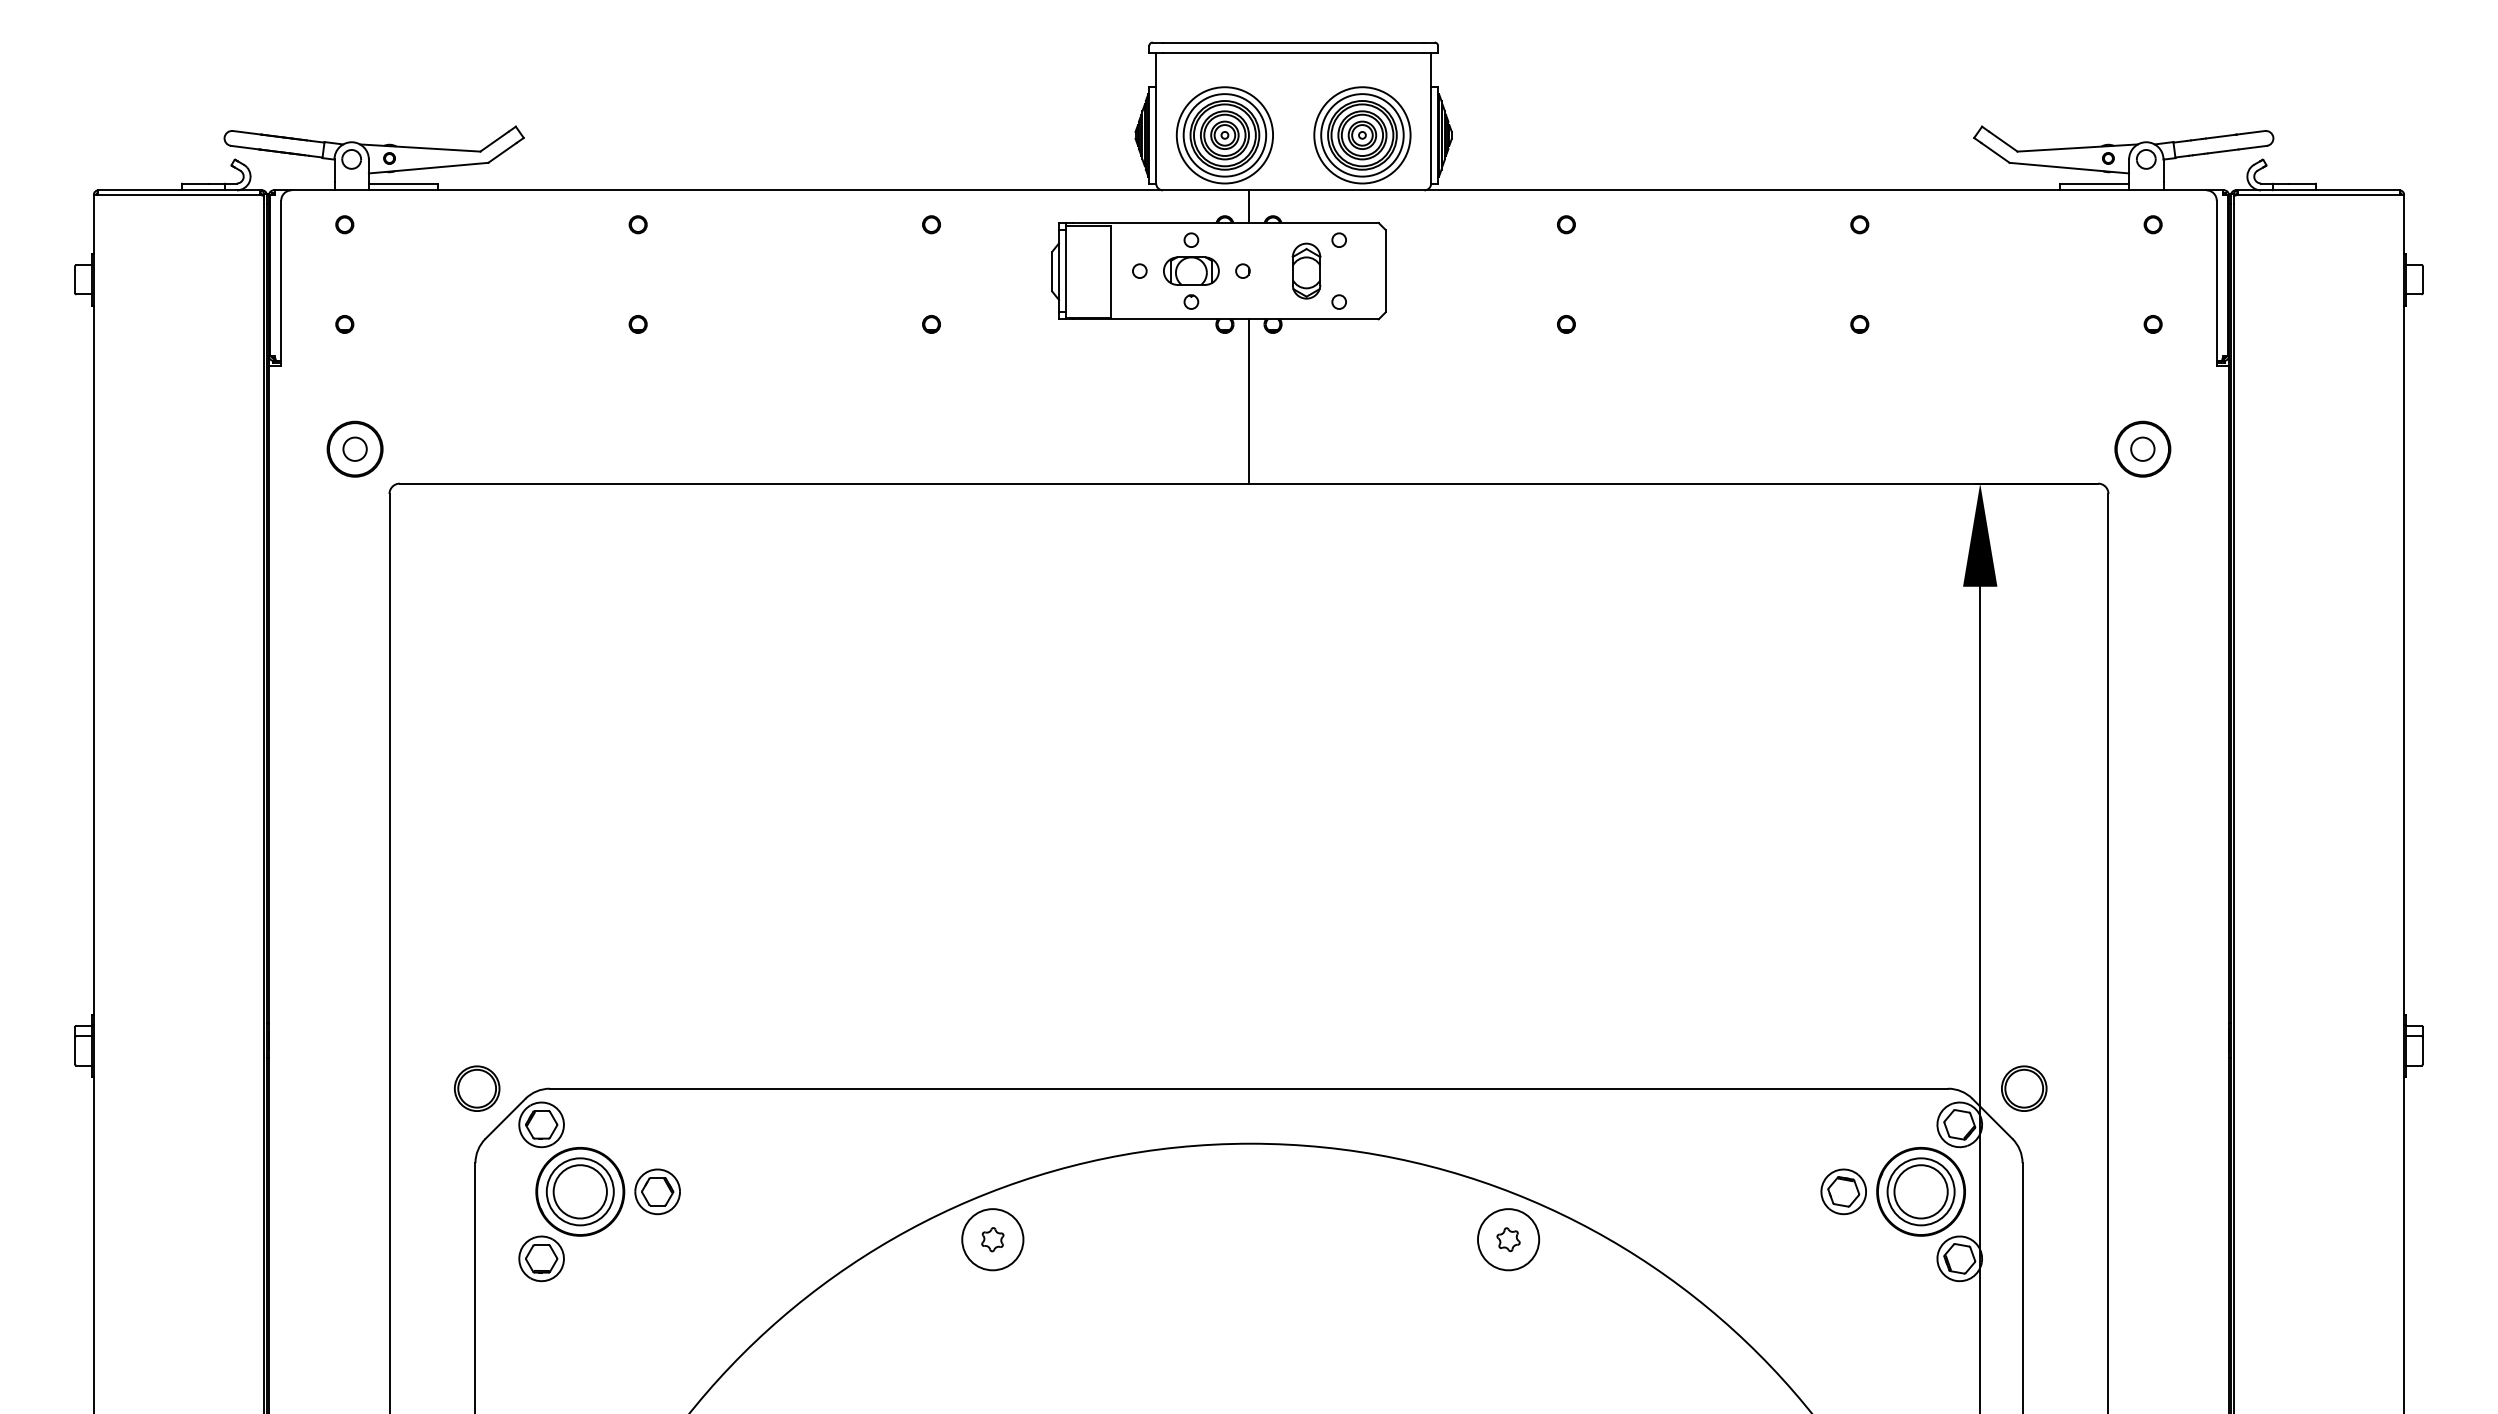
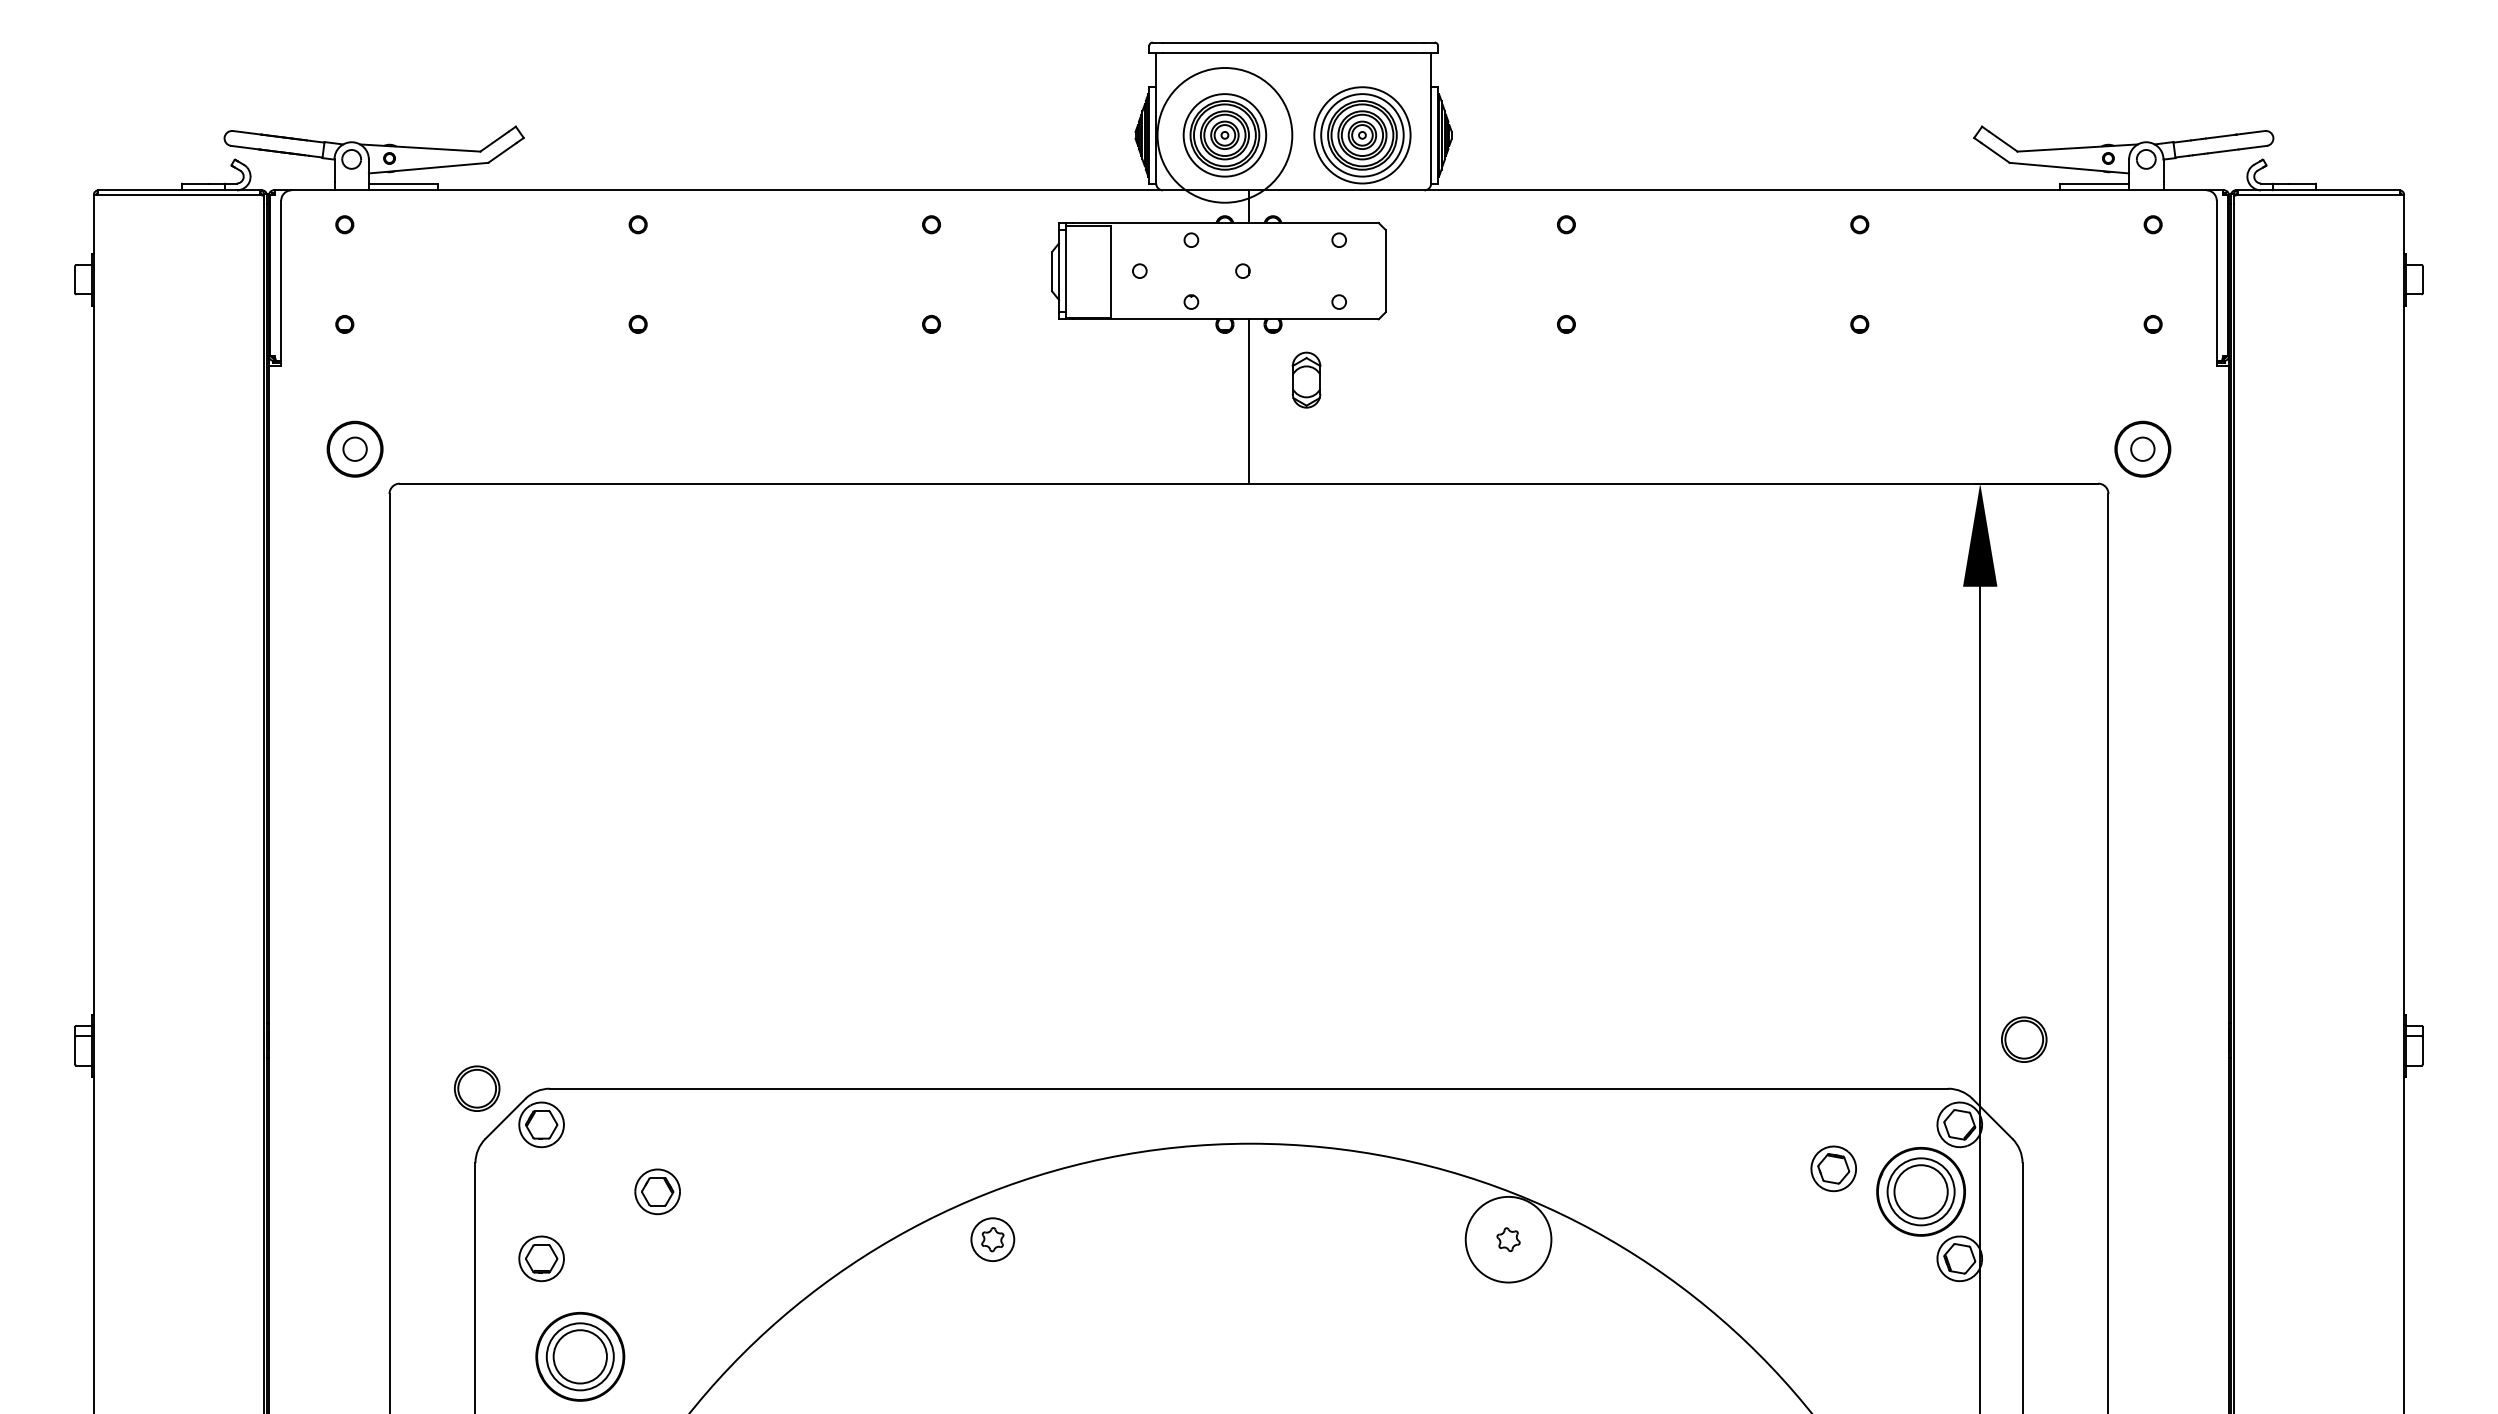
circle at (1224, 135) diameter: 96 px -> 135 px
part at (1191, 270): present -> none
part at (1306, 270) position: (1306, 270) -> (1306, 379)
part at (2024, 1088) position: (2024, 1088) -> (2024, 1039)
part at (580, 1191) position: (580, 1191) -> (580, 1356)
part at (1843, 1191) position: (1843, 1191) -> (1833, 1168)
circle at (992, 1239) diameter: 61 px -> 43 px
circle at (1508, 1239) diameter: 61 px -> 86 px
